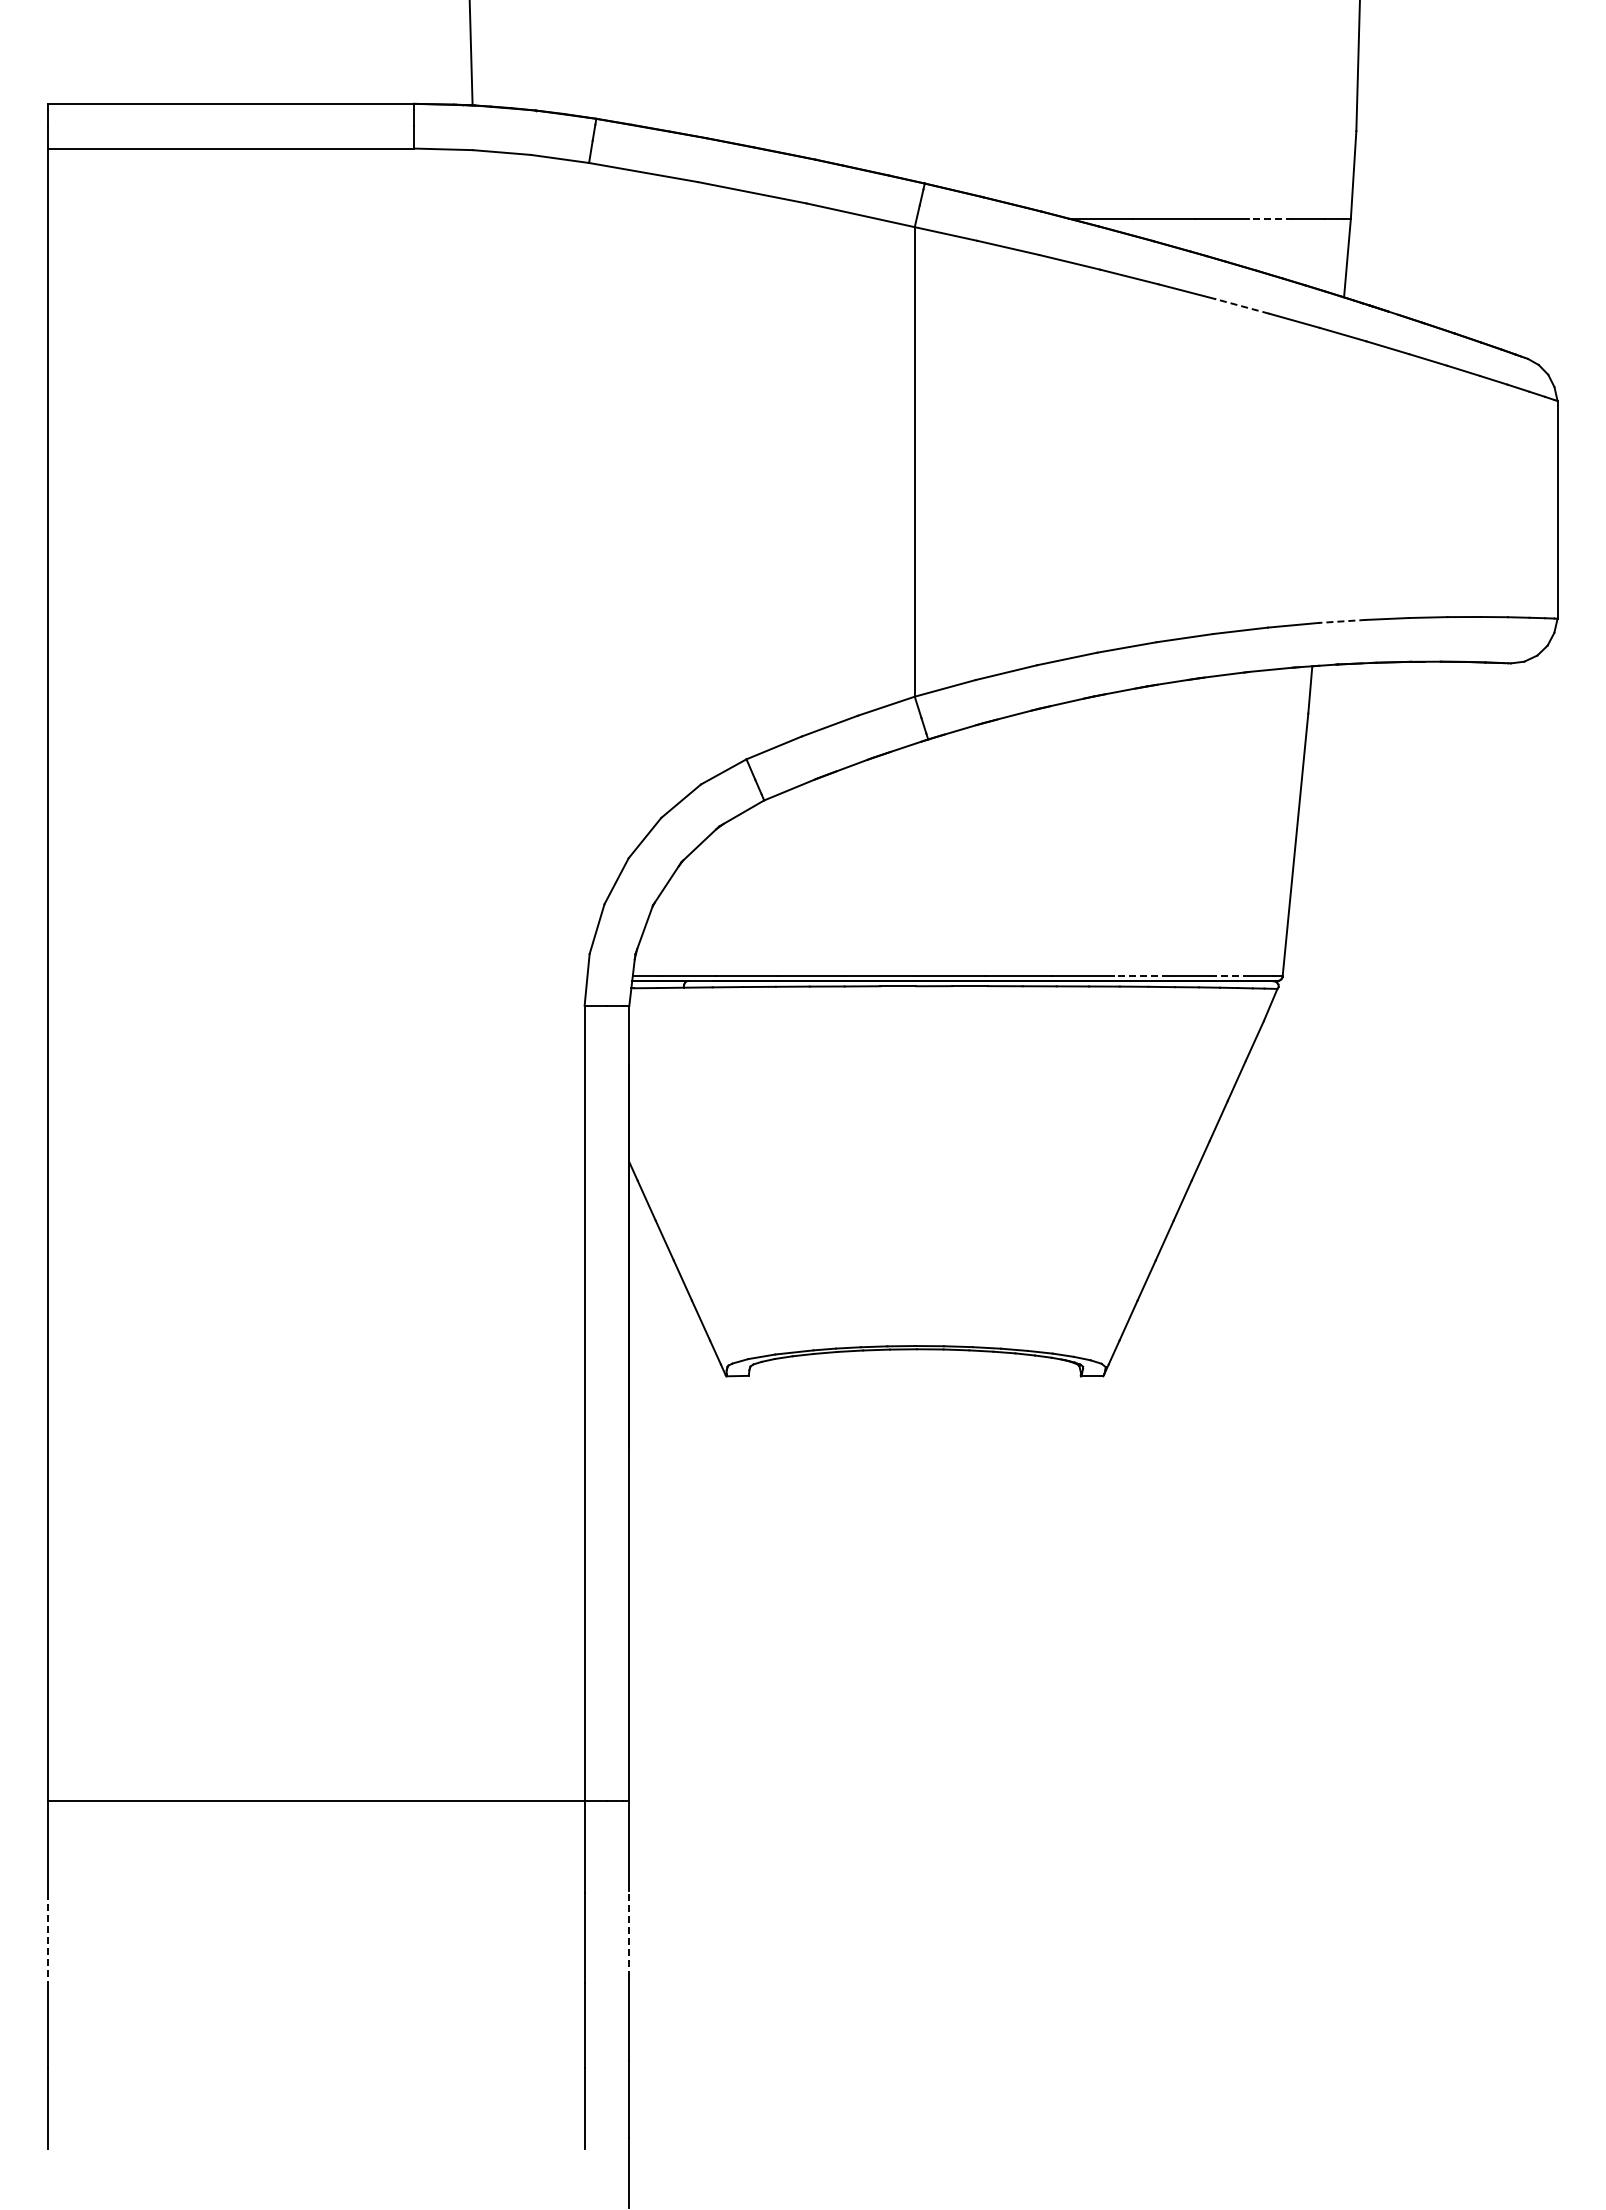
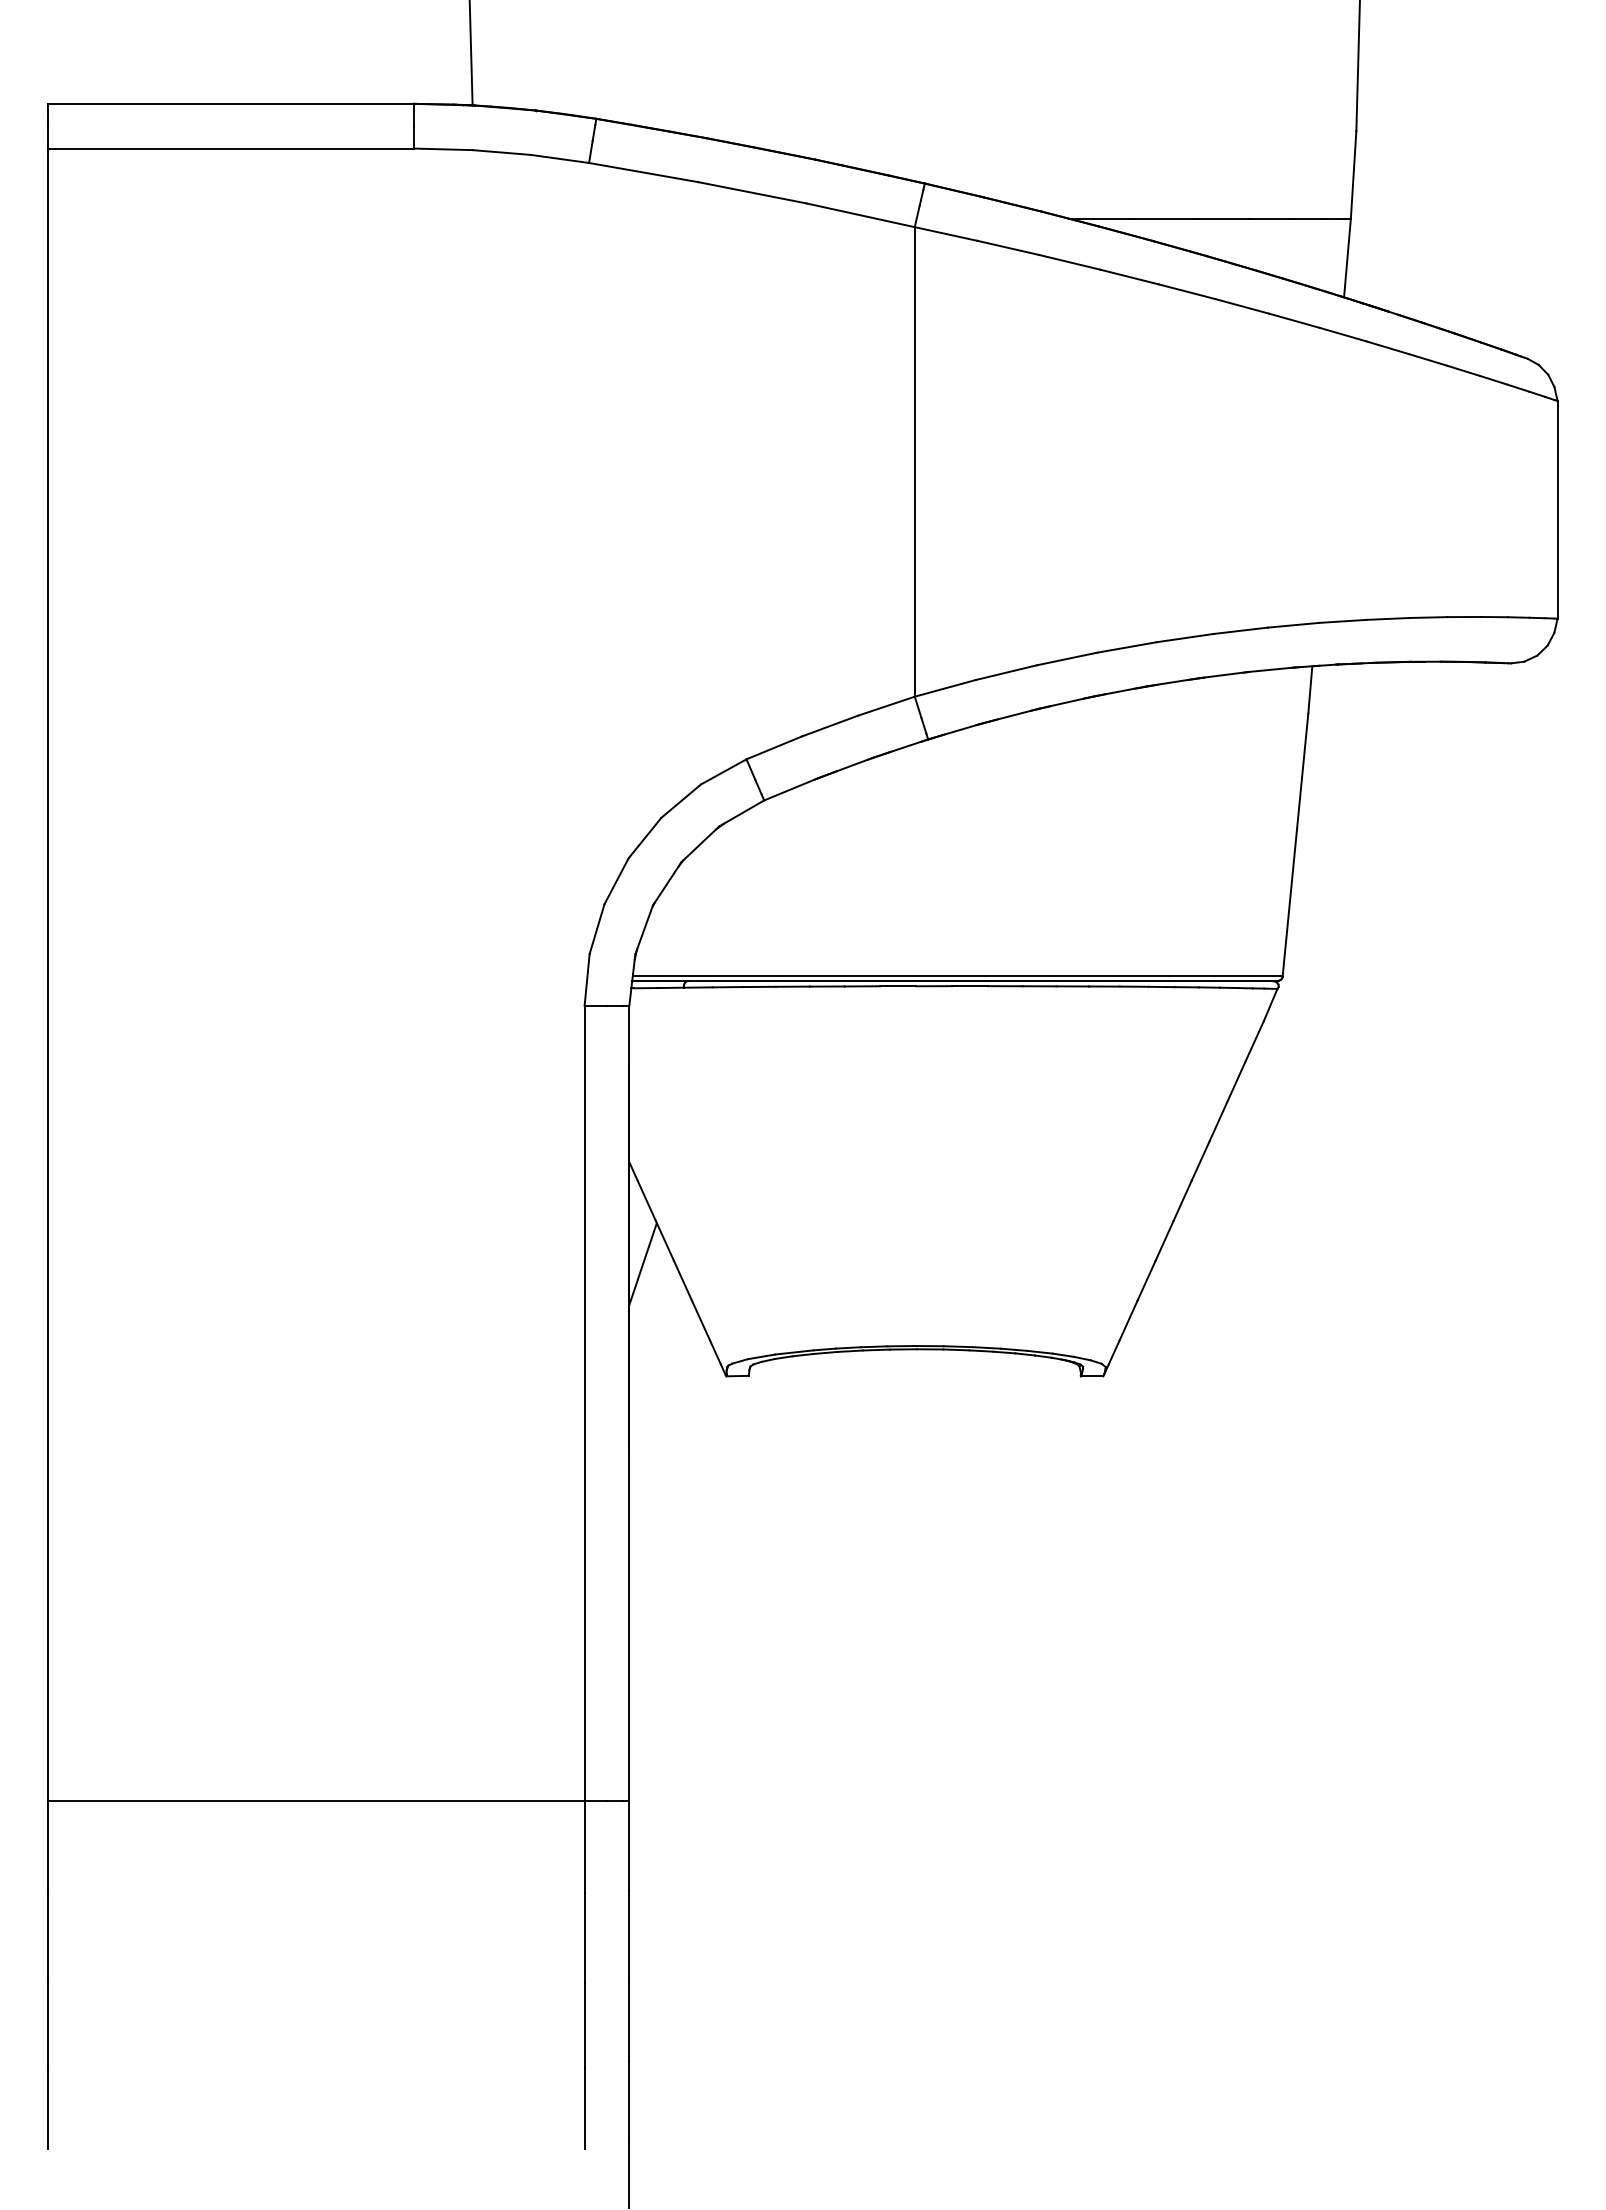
line at (1270, 218): dashed -> solid
line at (1242, 306): dashed -> solid
line at (1342, 621): dashed -> solid
line at (1141, 976): dashed -> solid
line at (1231, 976): dashed -> solid
line at (642, 1263): none -> present
line at (629, 1934): dashed -> solid
line at (48, 1937): dashed -> solid
